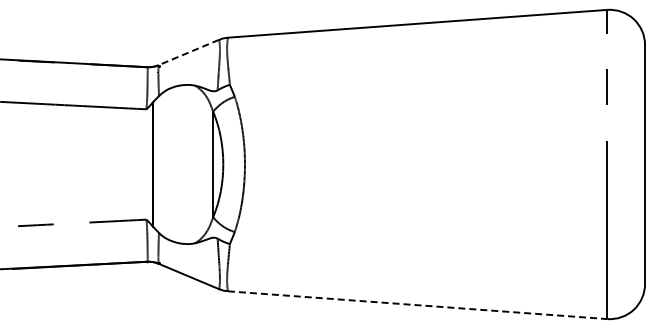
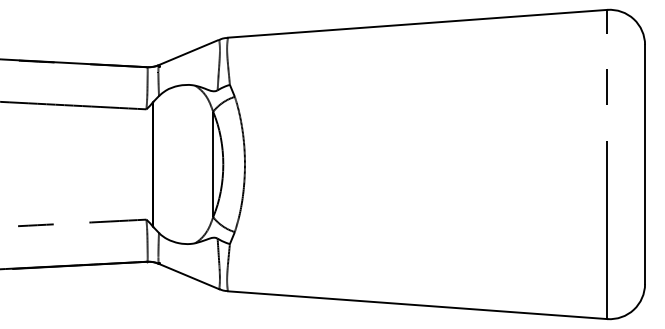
line at (189, 52): dashed -> solid
line at (418, 305): dashed -> solid
